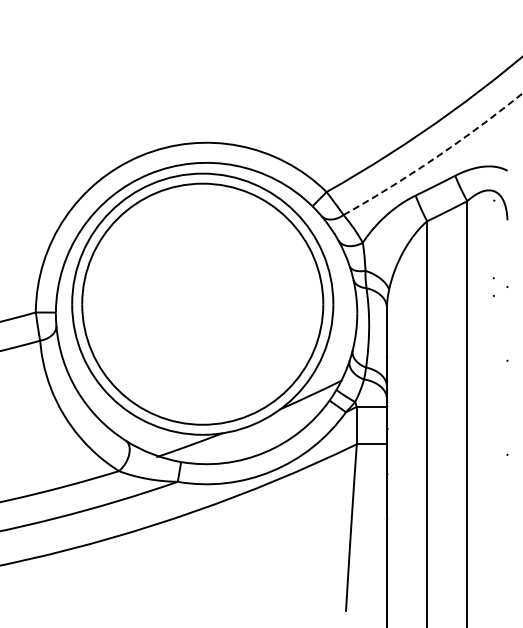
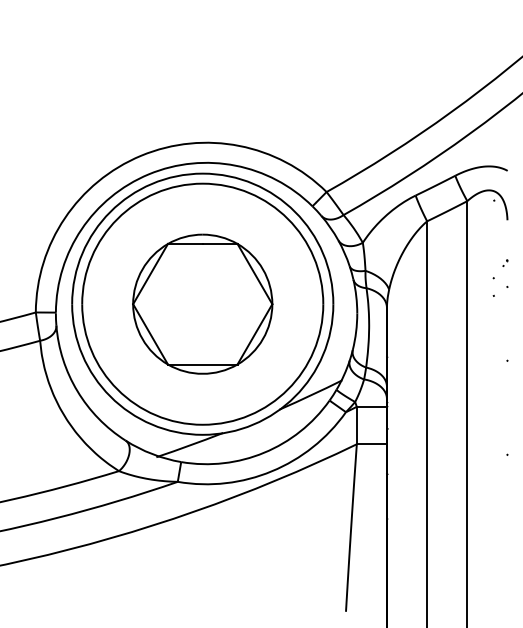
arc at (436, 157): dashed -> solid
part at (505, 262): none -> present
part at (202, 303): none -> present
